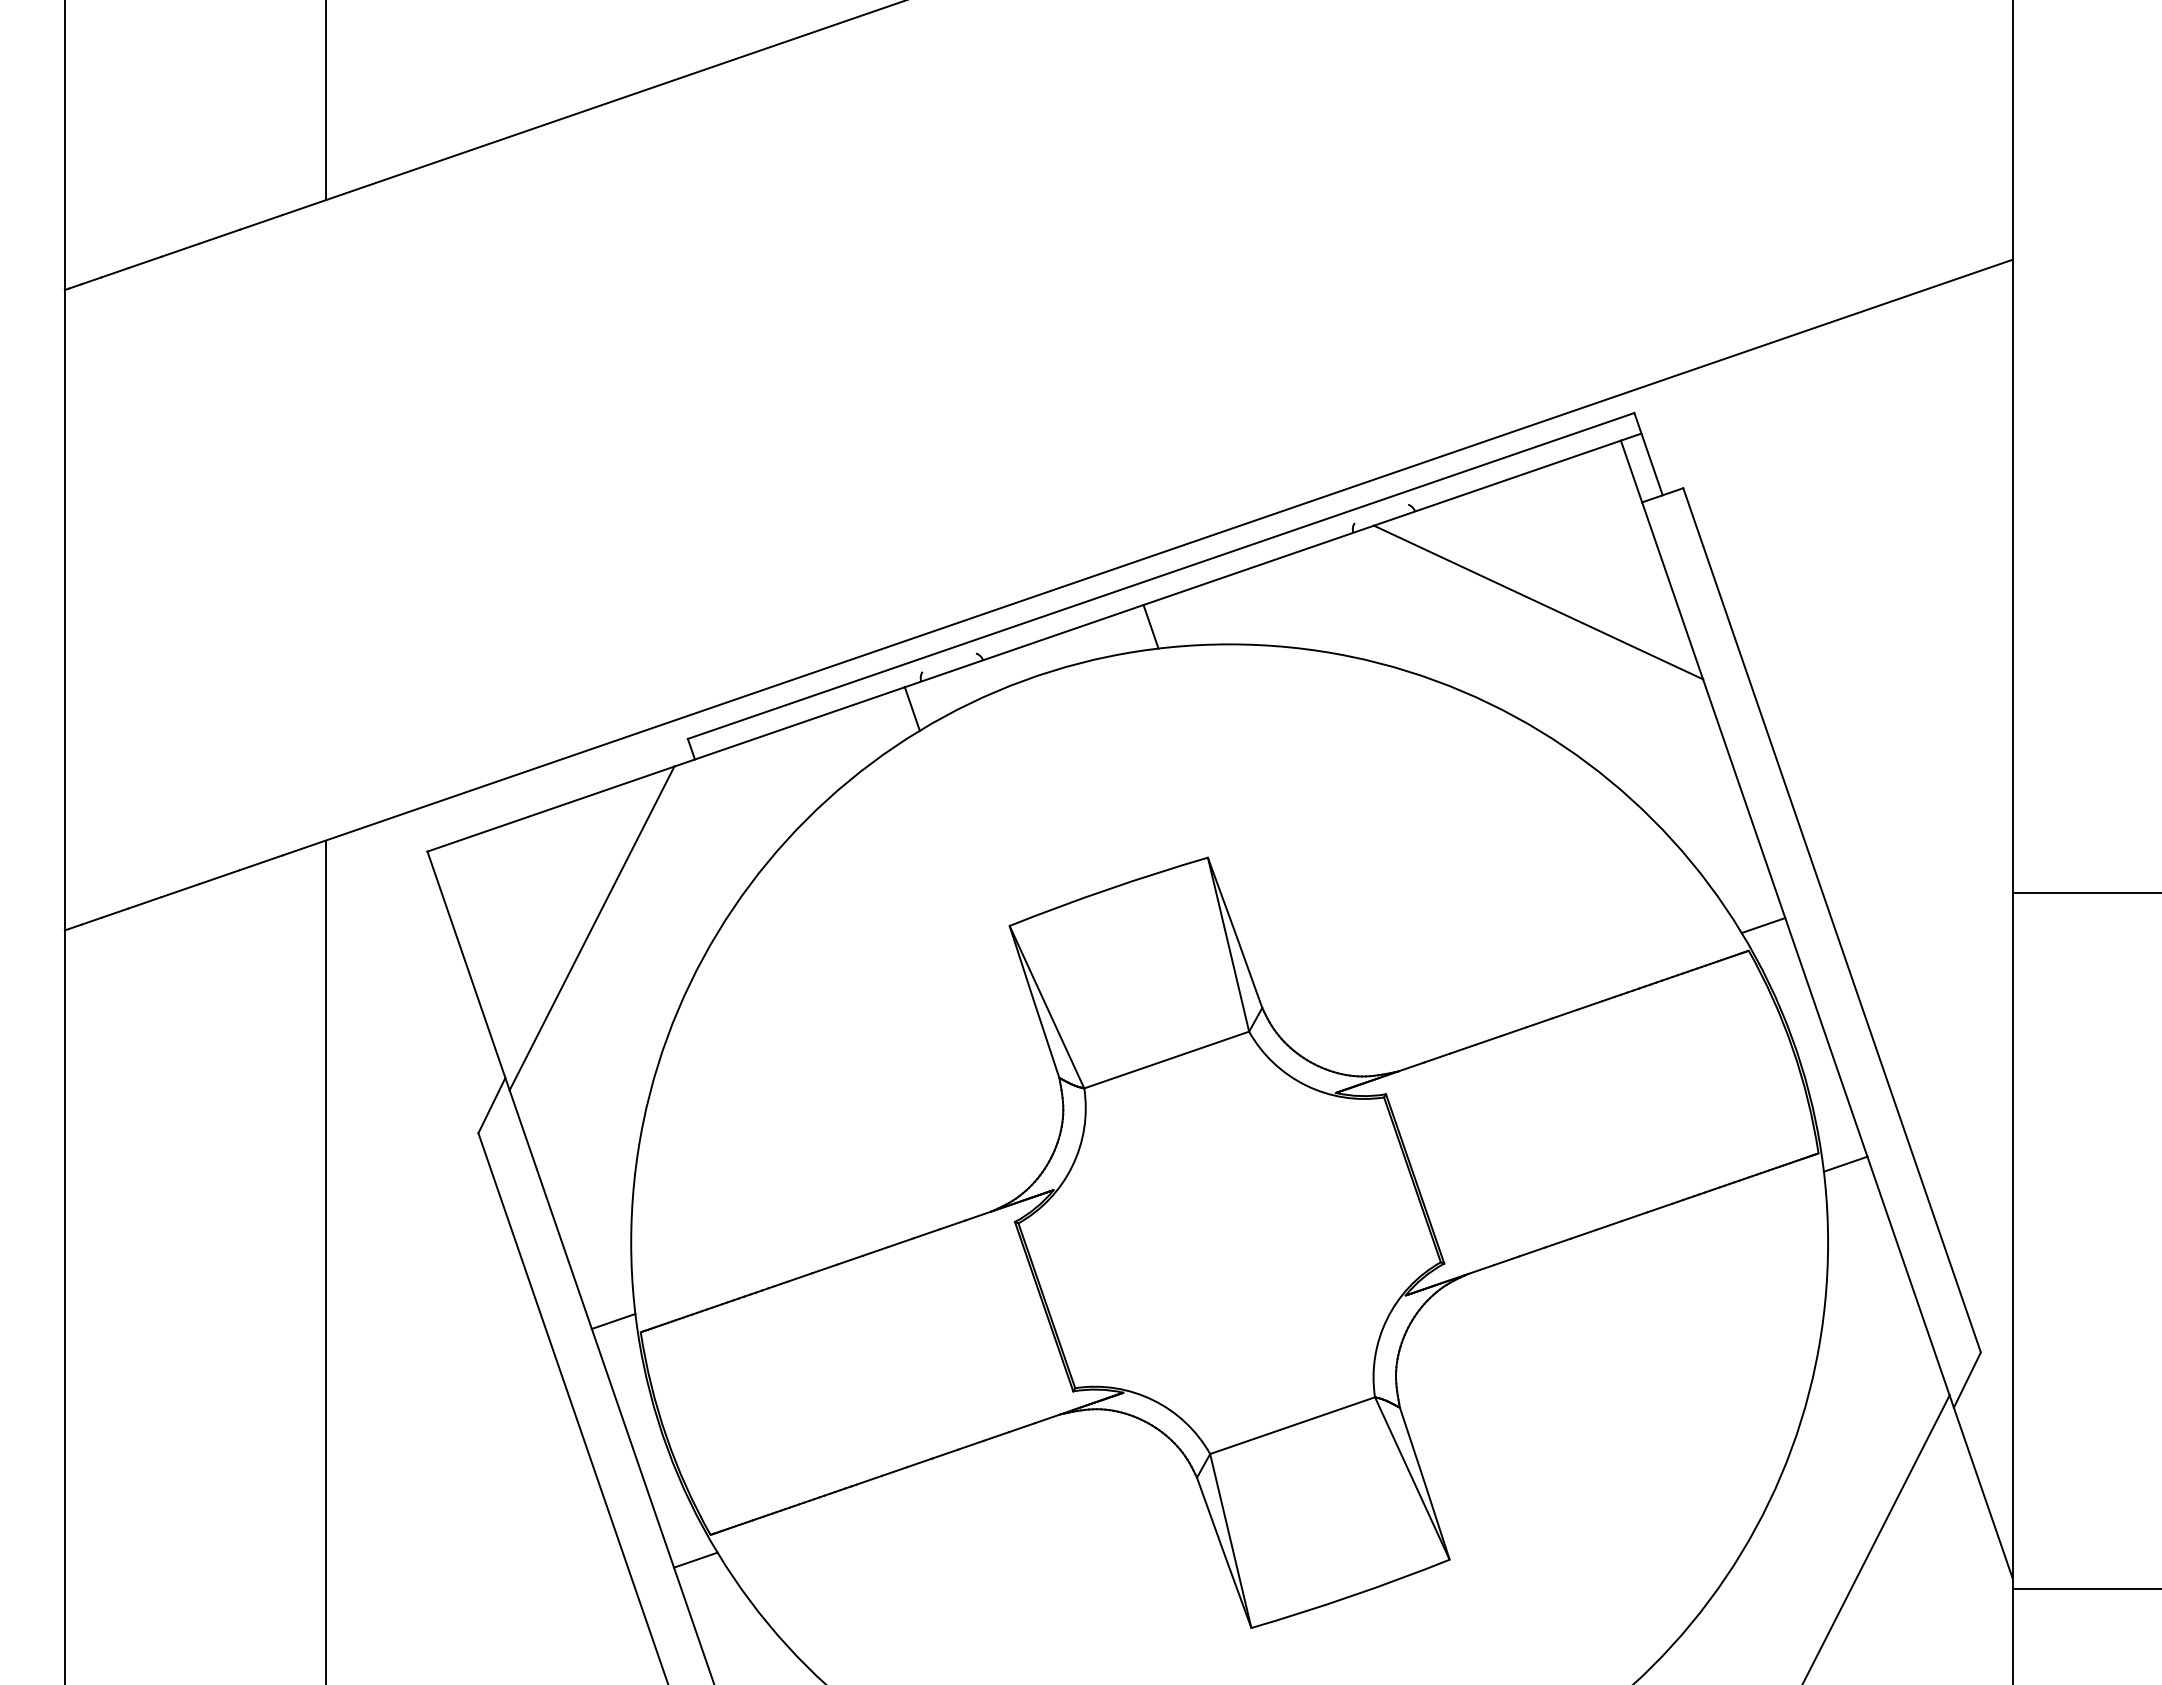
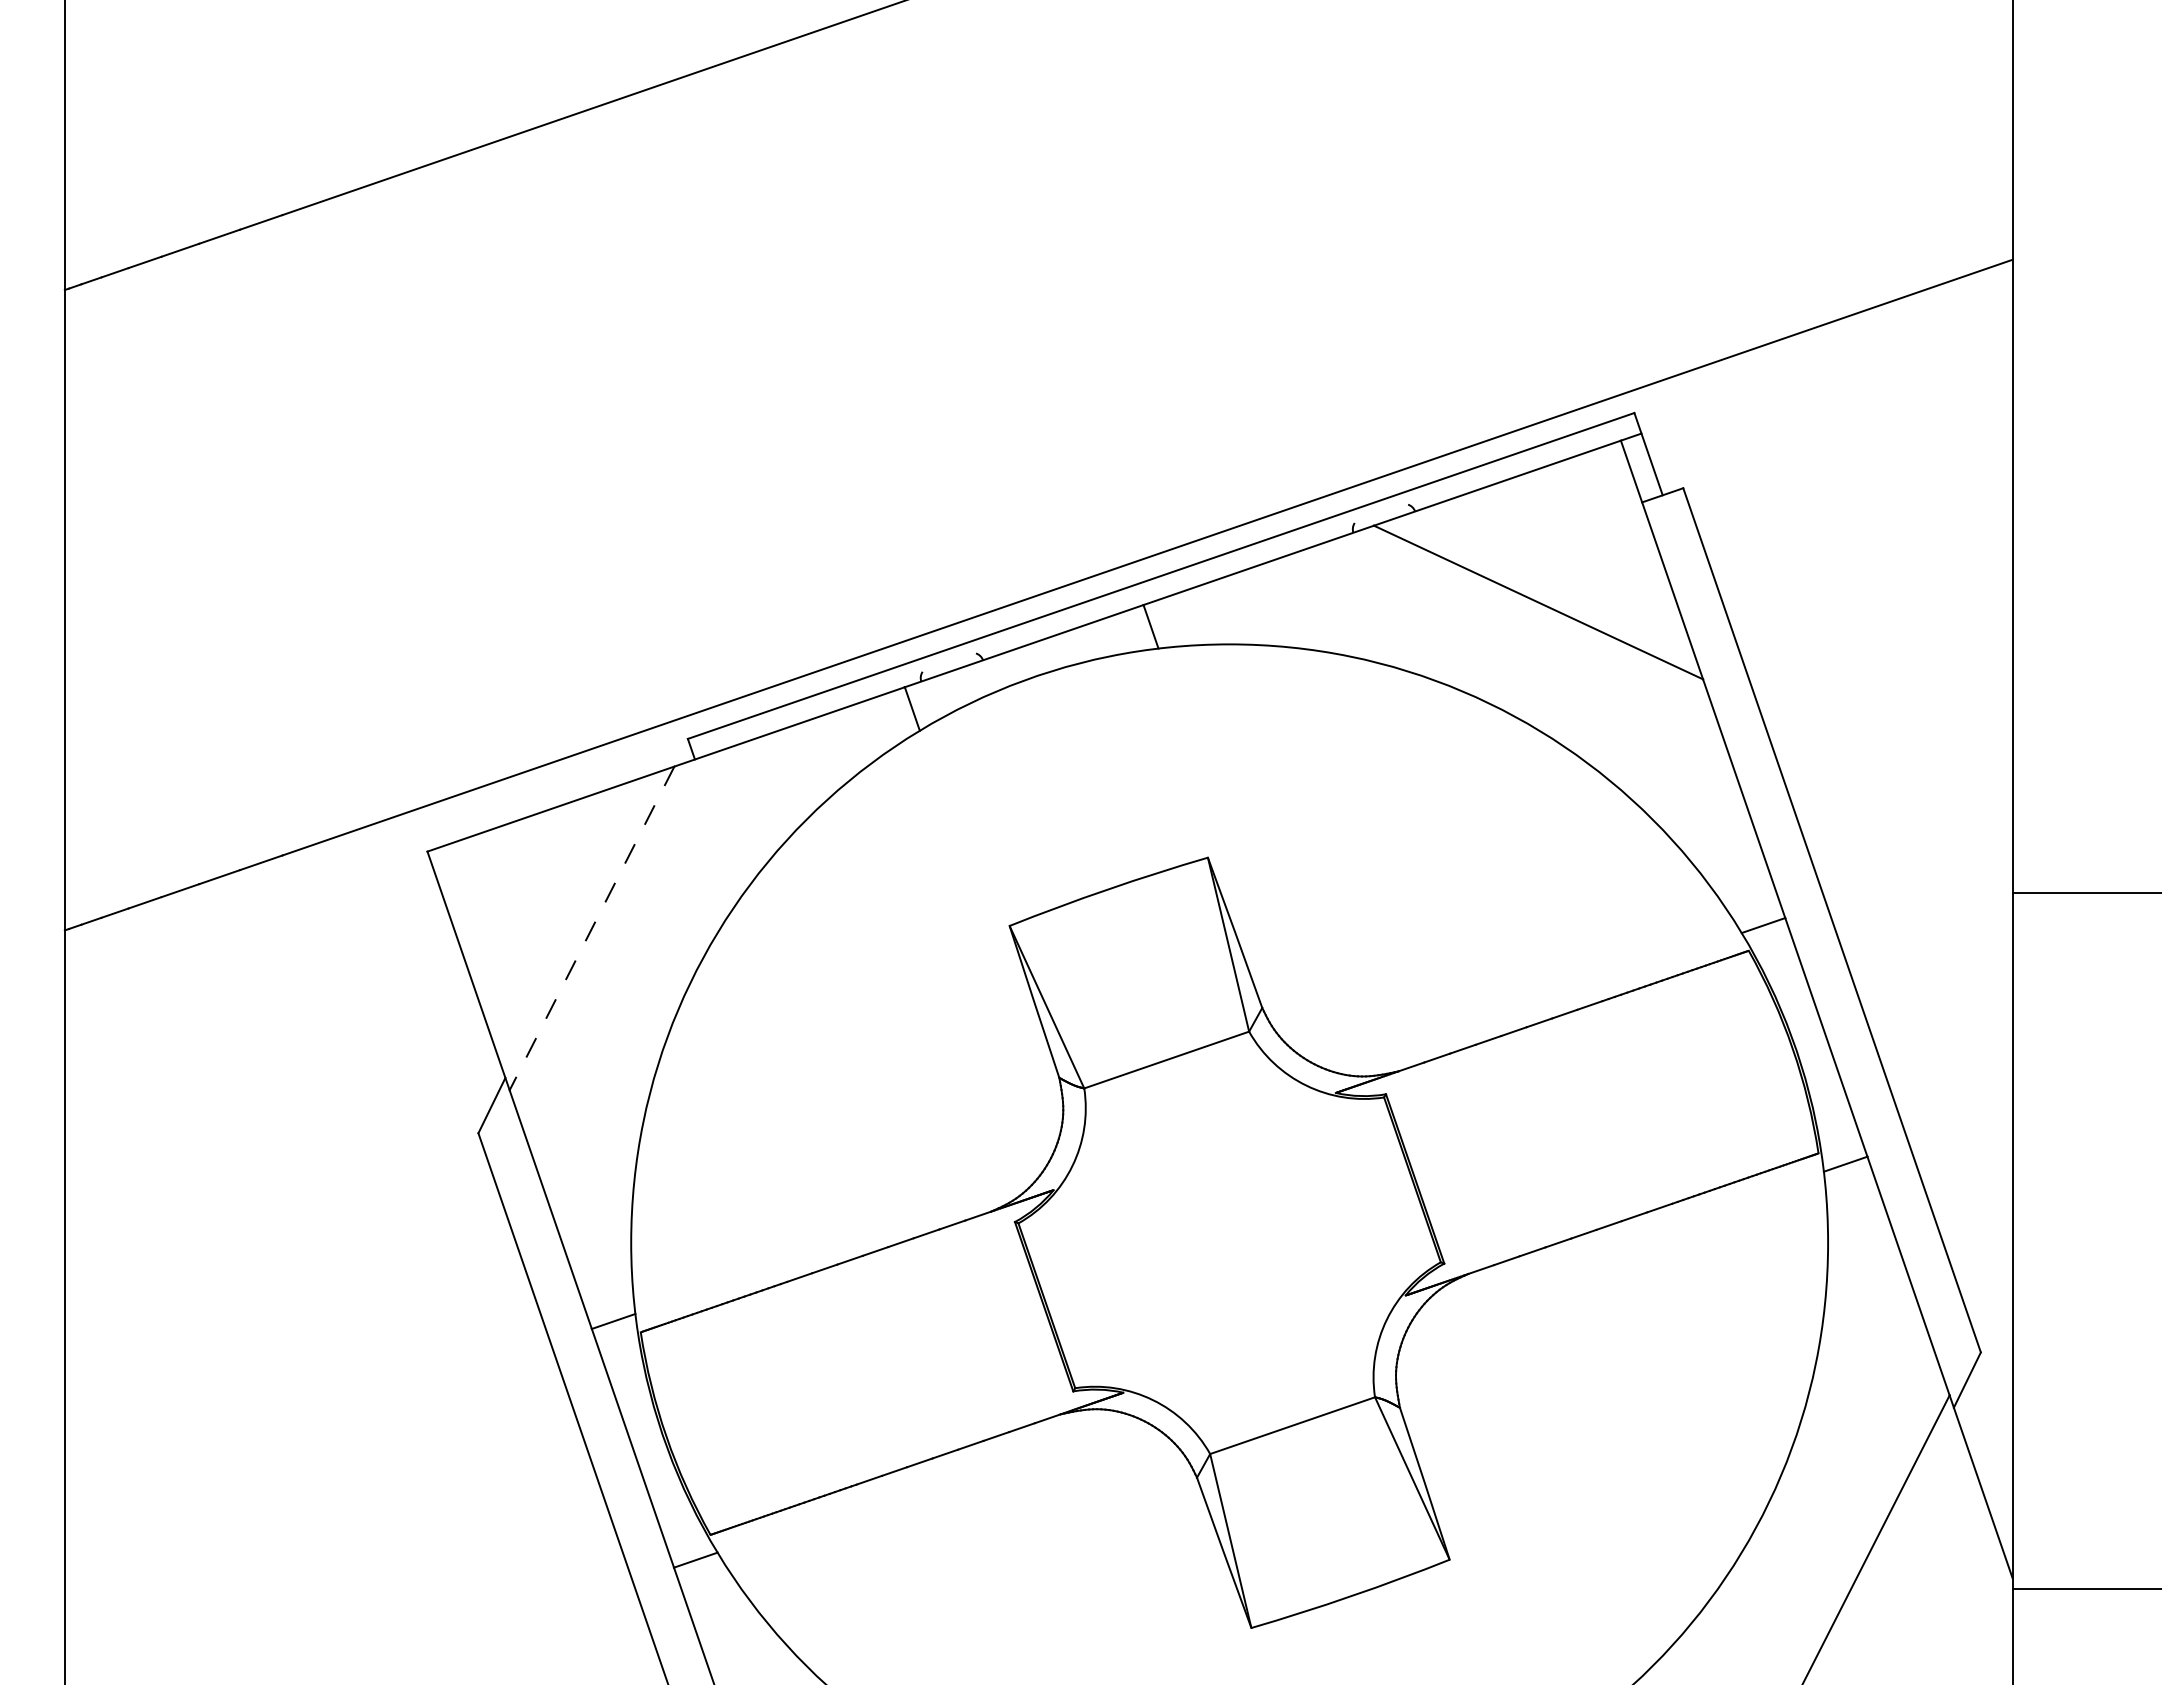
line at (326, 101): present -> none
line at (592, 928): solid -> dashed
line at (326, 1260): present -> none
